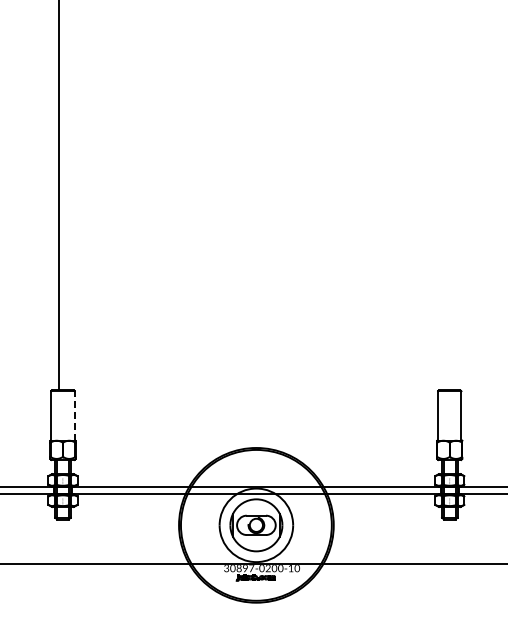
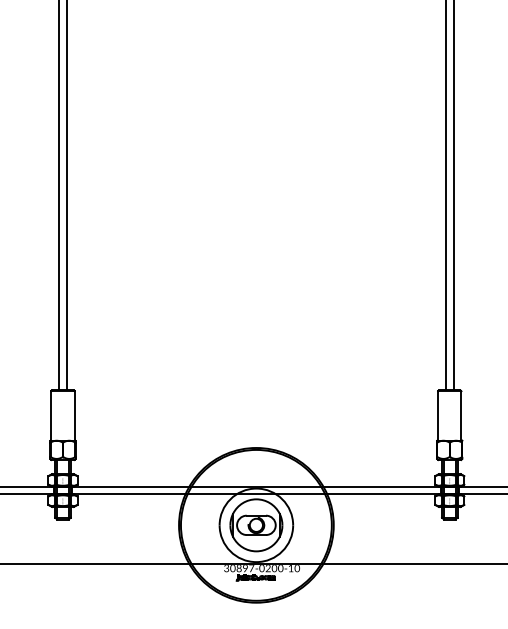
line at (66, 196): none -> present
line at (445, 196): none -> present
line at (453, 196): none -> present
line at (74, 415): dashed -> solid
